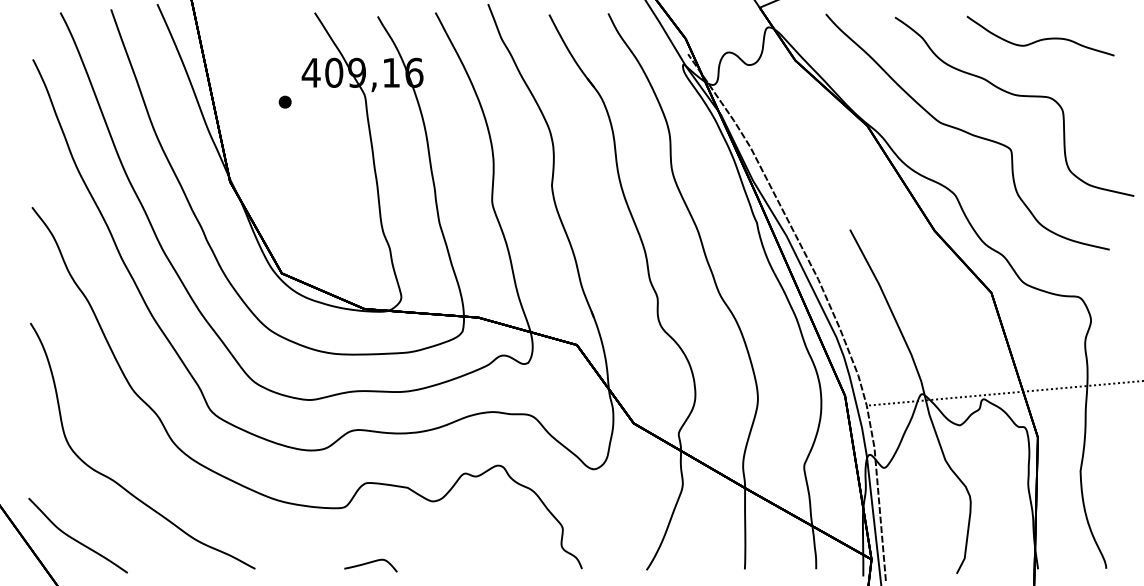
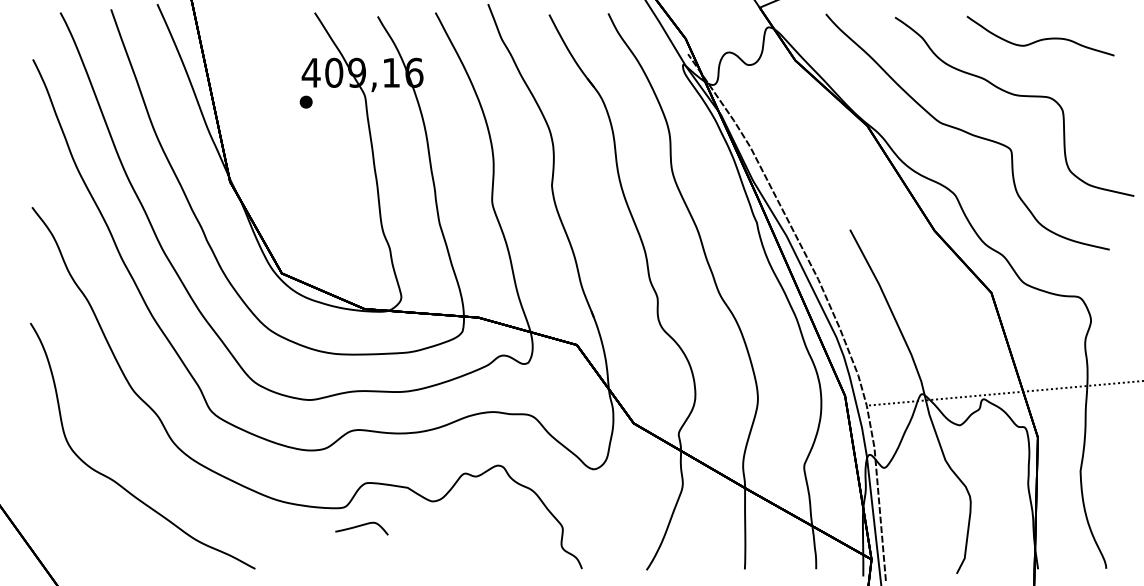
part at (284, 101) position: (284, 101) -> (305, 101)
curve at (76, 539): present -> none
curve at (370, 563) position: (370, 563) -> (361, 526)
